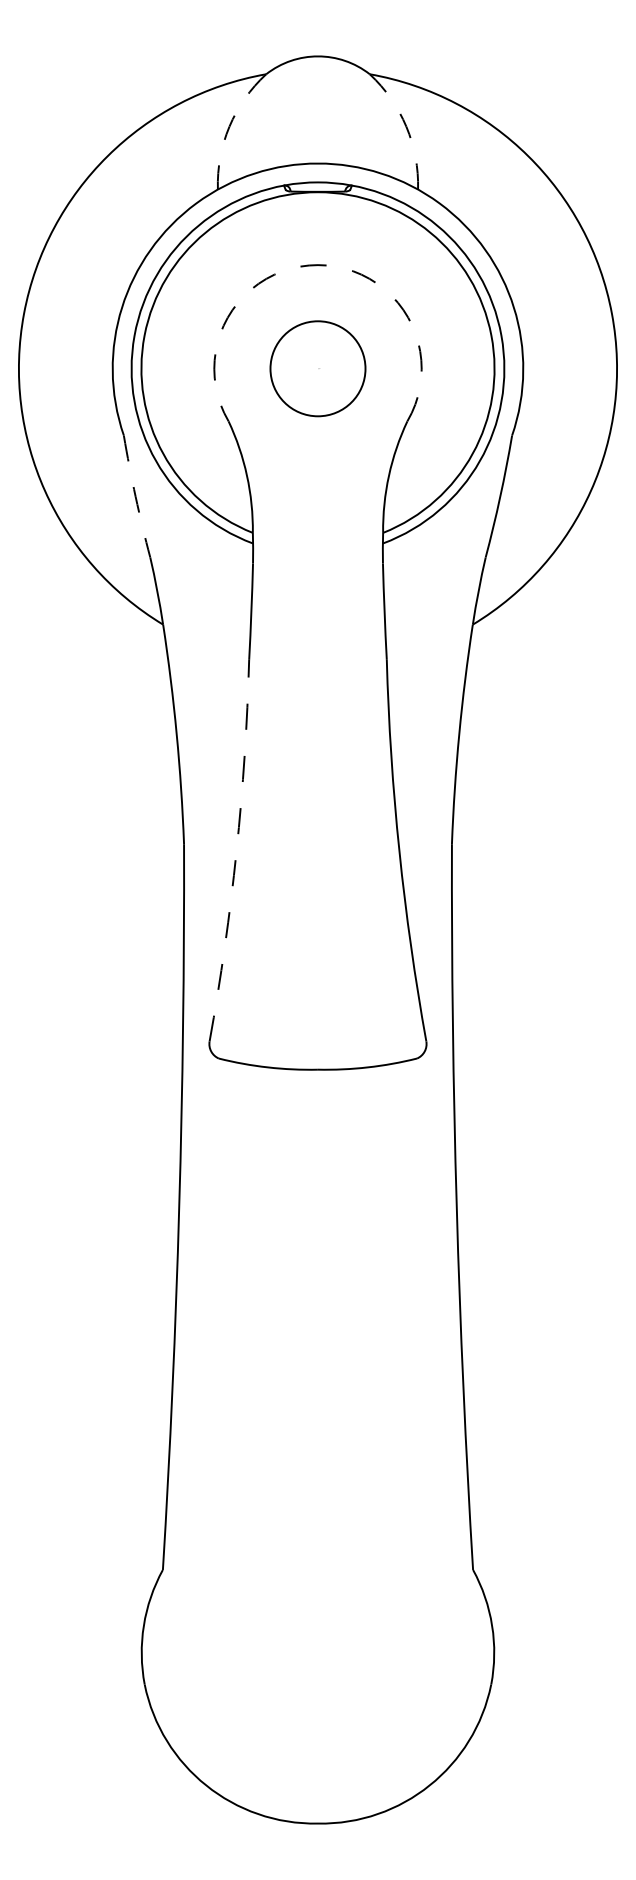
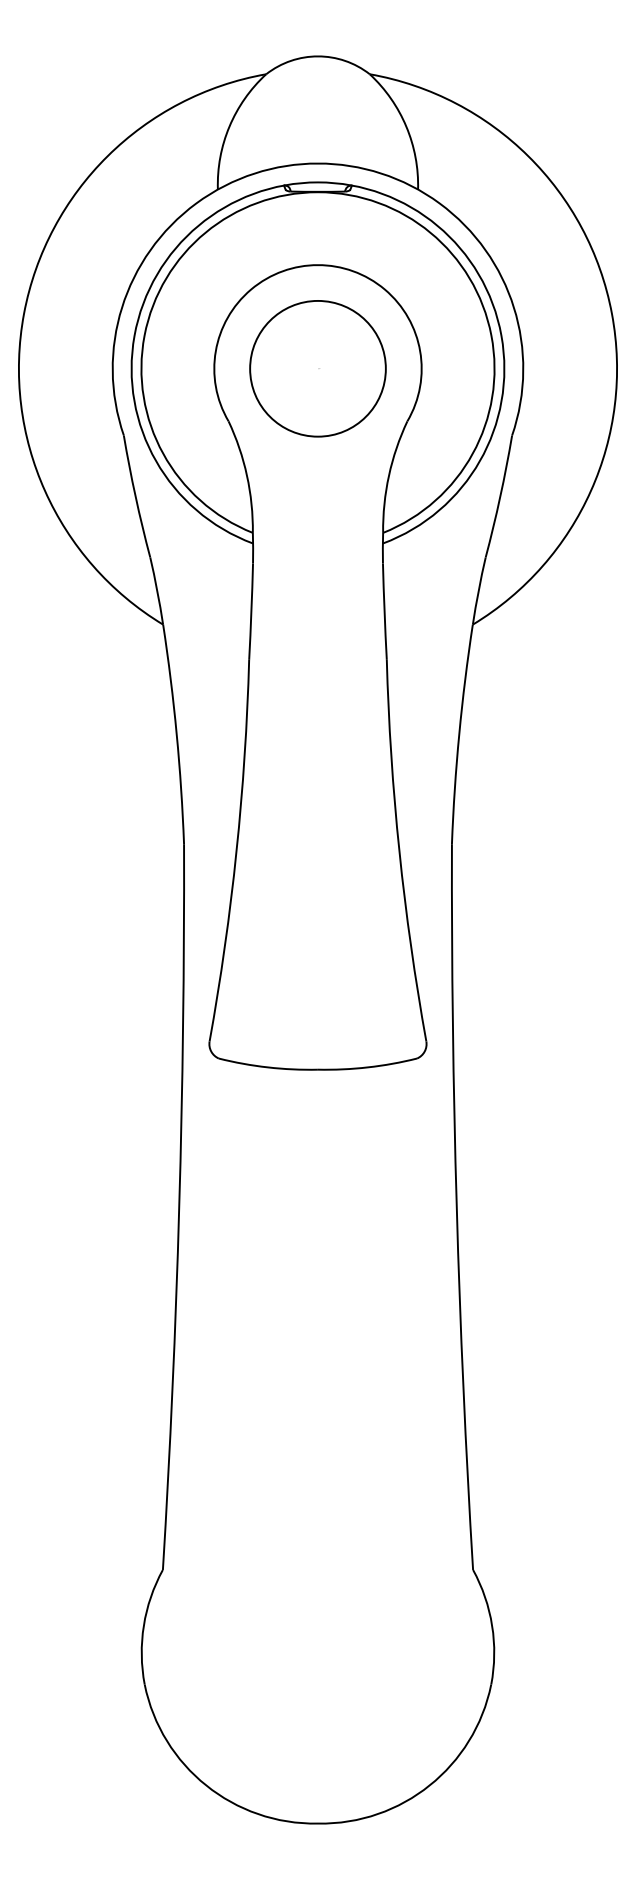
arc at (229, 126): dashed -> solid
arc at (406, 126): dashed -> solid
arc at (318, 265): dashed -> solid
circle at (317, 368) diameter: 95 px -> 136 px
arc at (135, 496): dashed -> solid
arc at (236, 851): dashed -> solid
